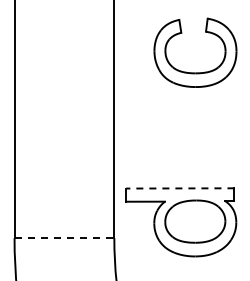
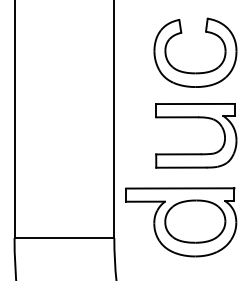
part at (196, 118): none -> present
line at (179, 188): dashed -> solid
line at (64, 238): dashed -> solid
